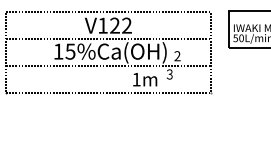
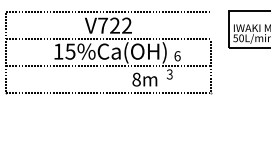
text at (103, 25): V122 -> V722
line at (211, 25): present -> none
text at (177, 56): 2 -> 6
text at (136, 79): 1m -> 8m
